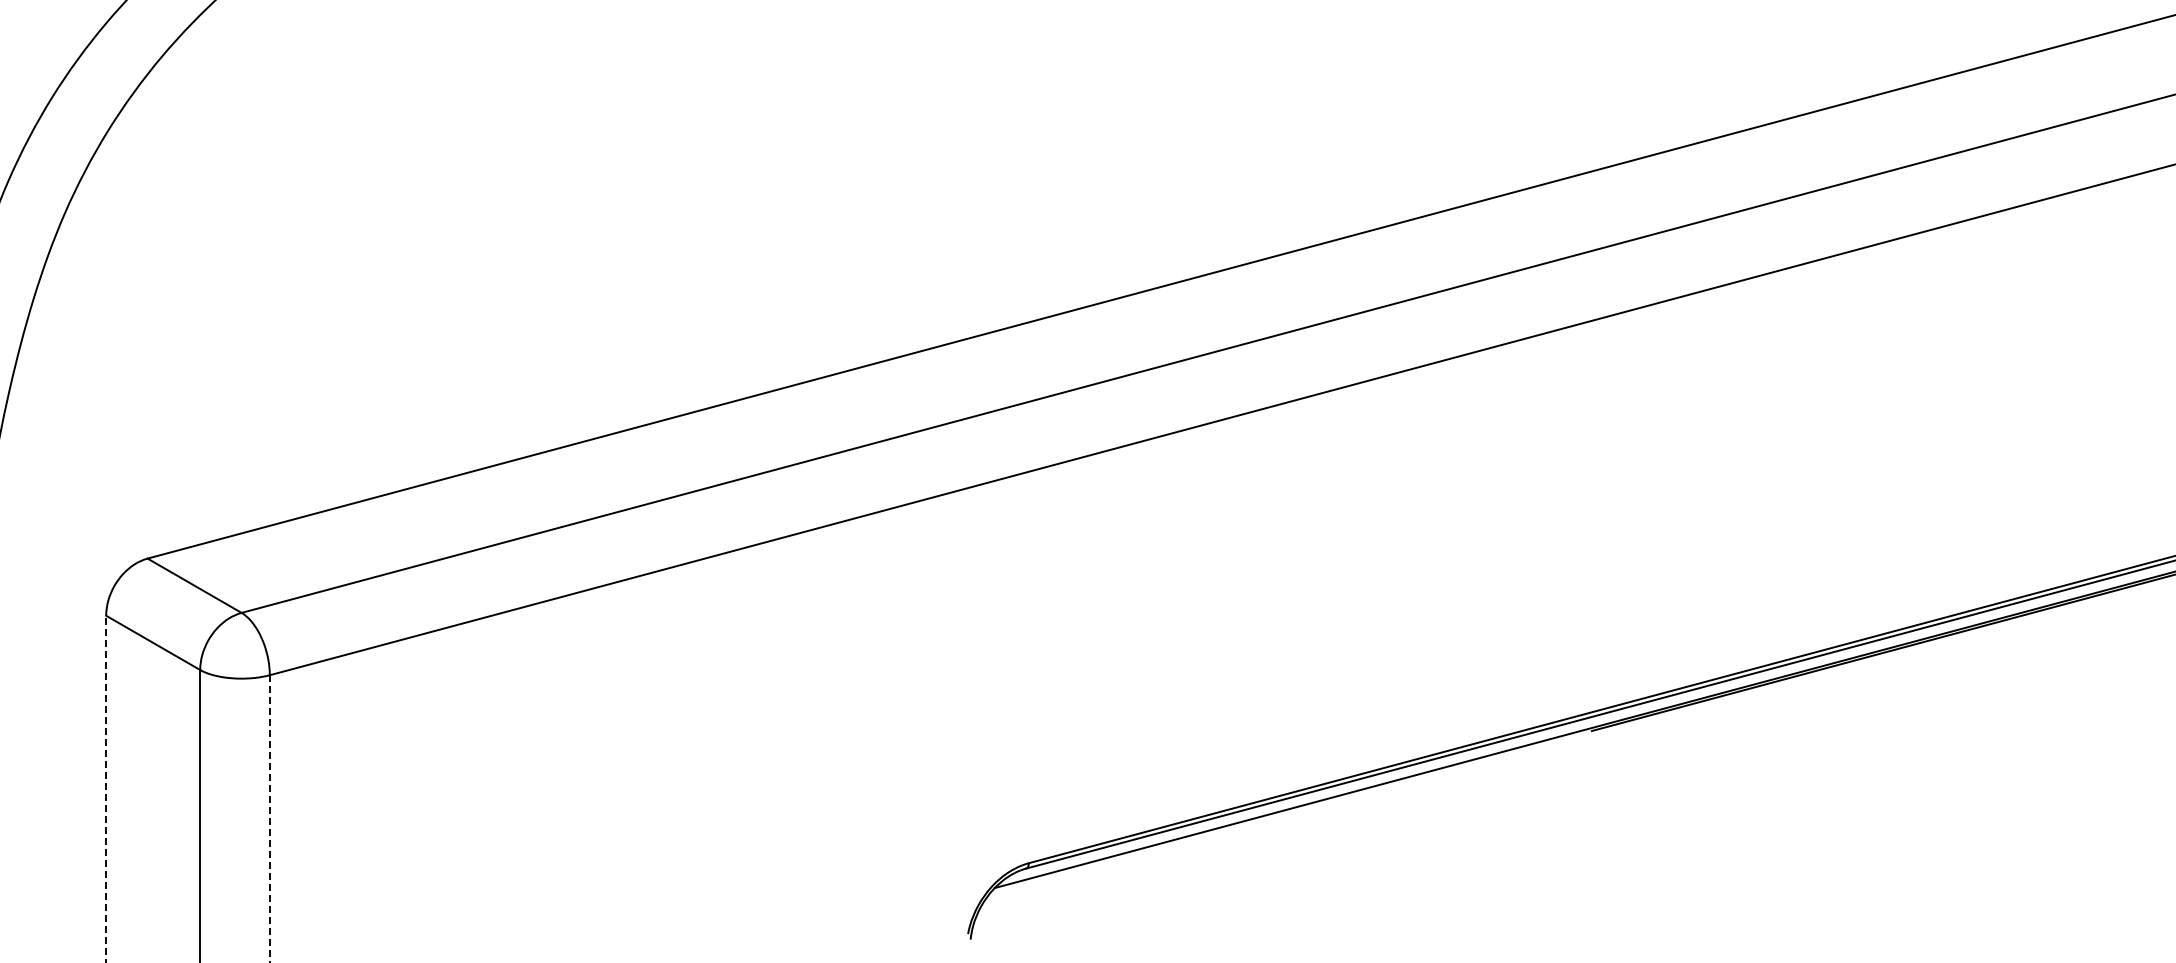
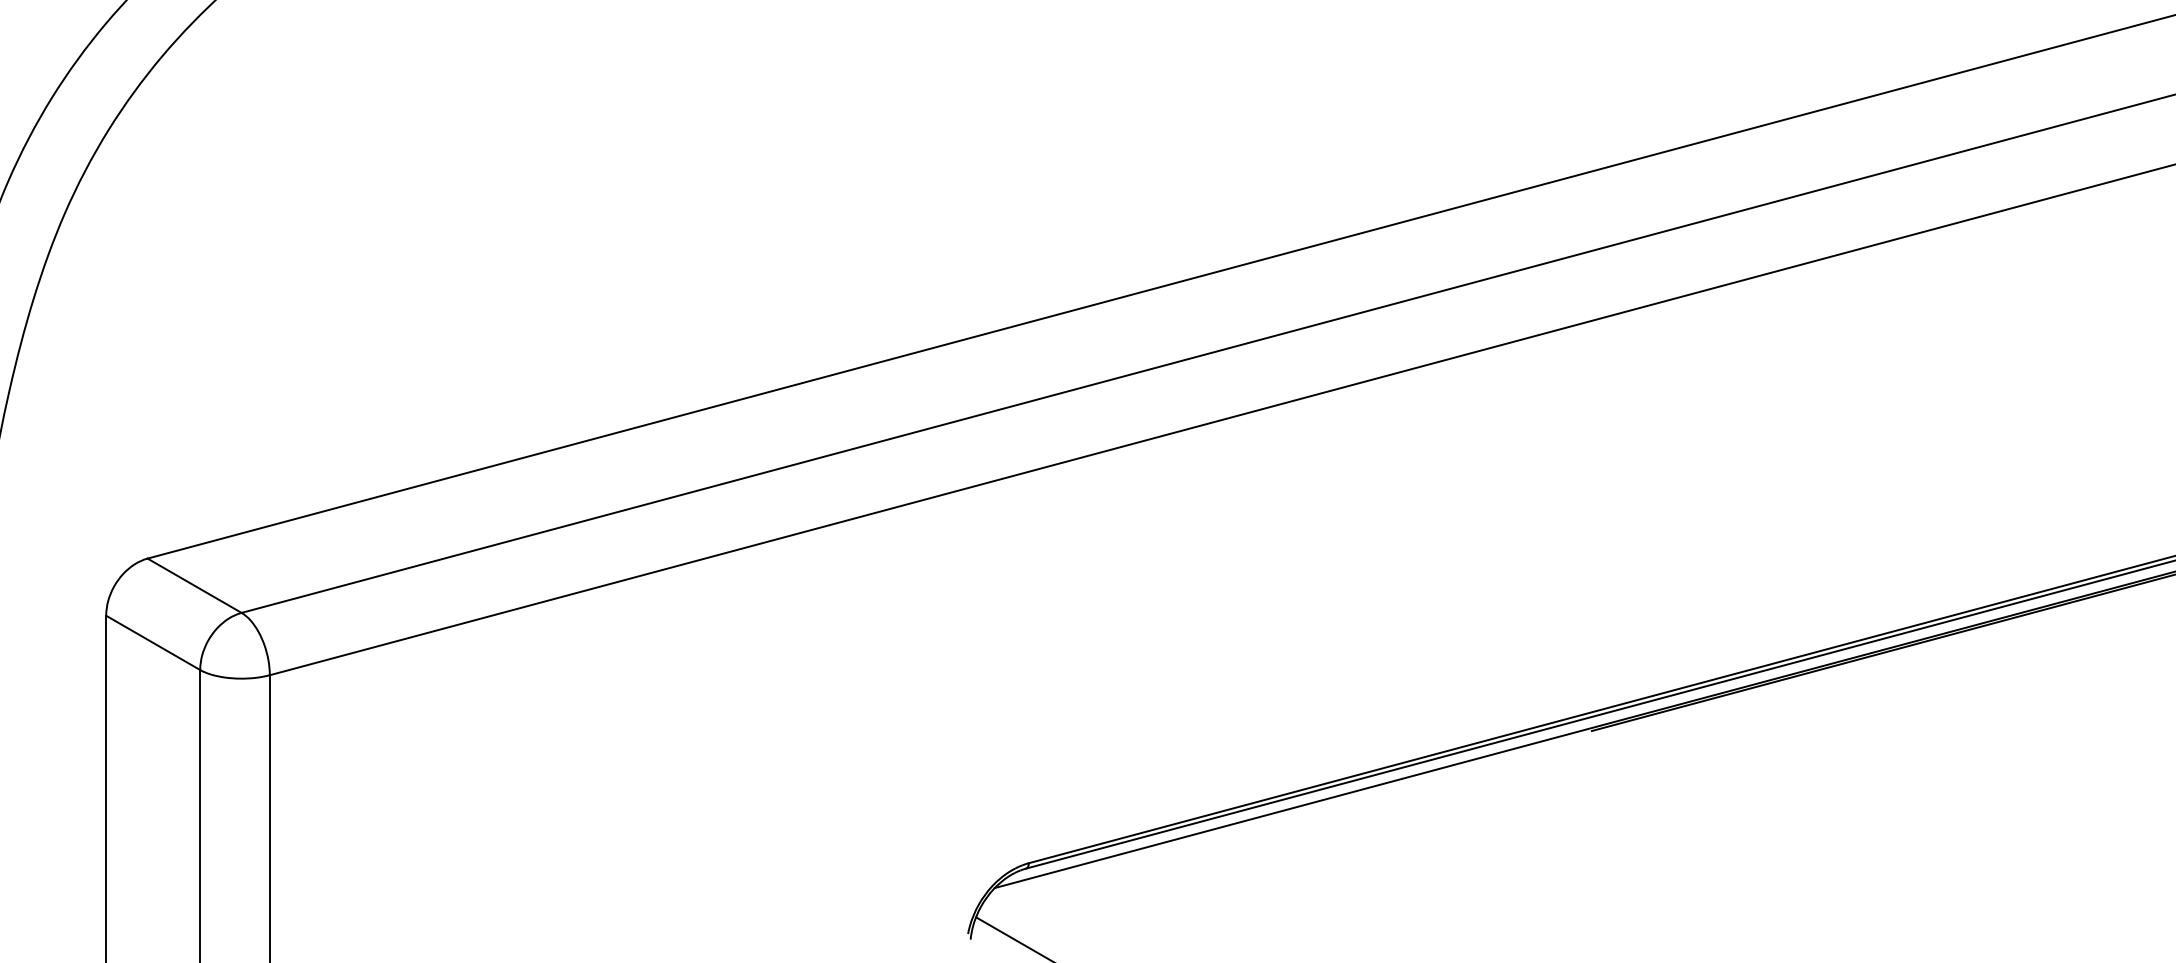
line at (106, 788): dashed -> solid
line at (269, 819): dashed -> solid
line at (1012, 938): none -> present
